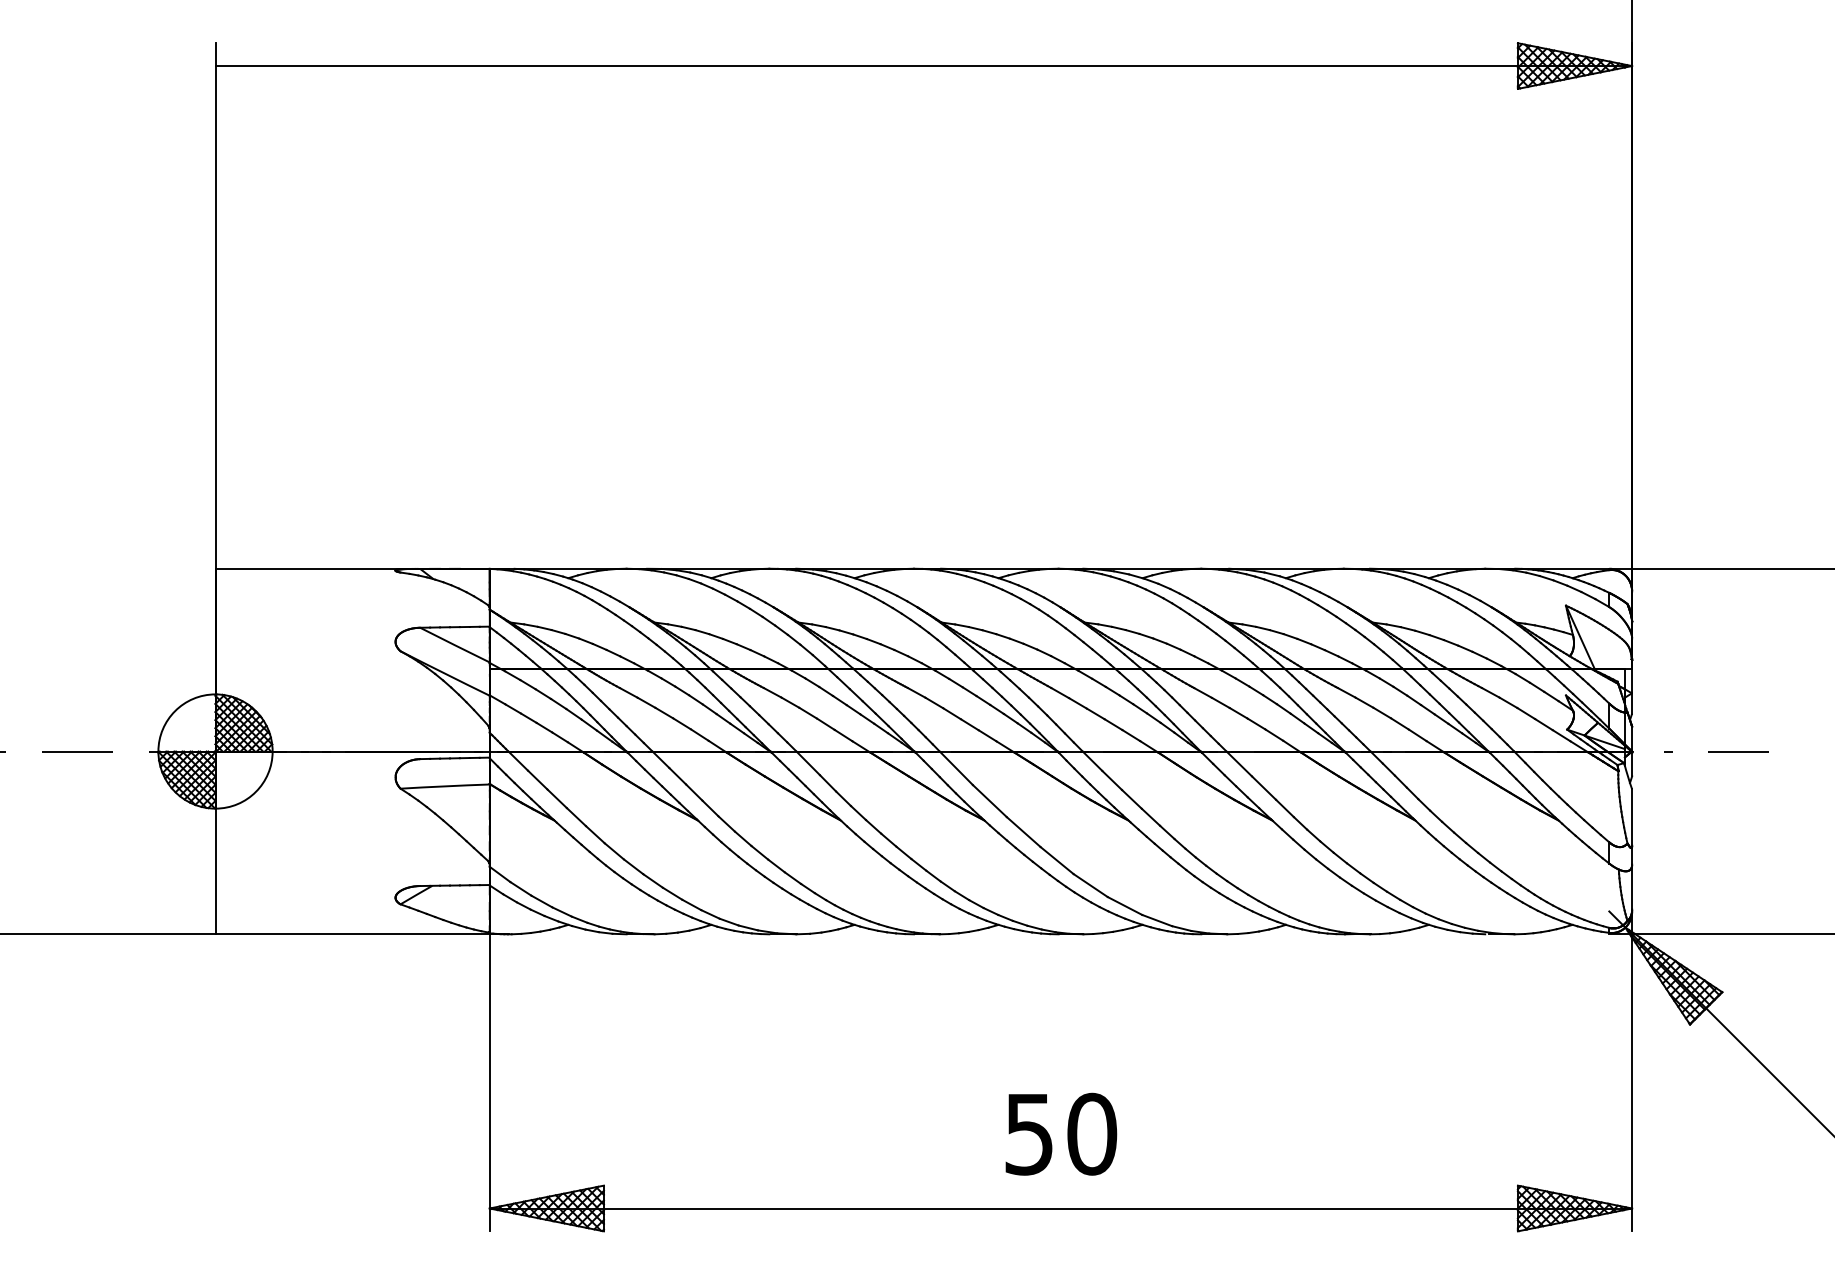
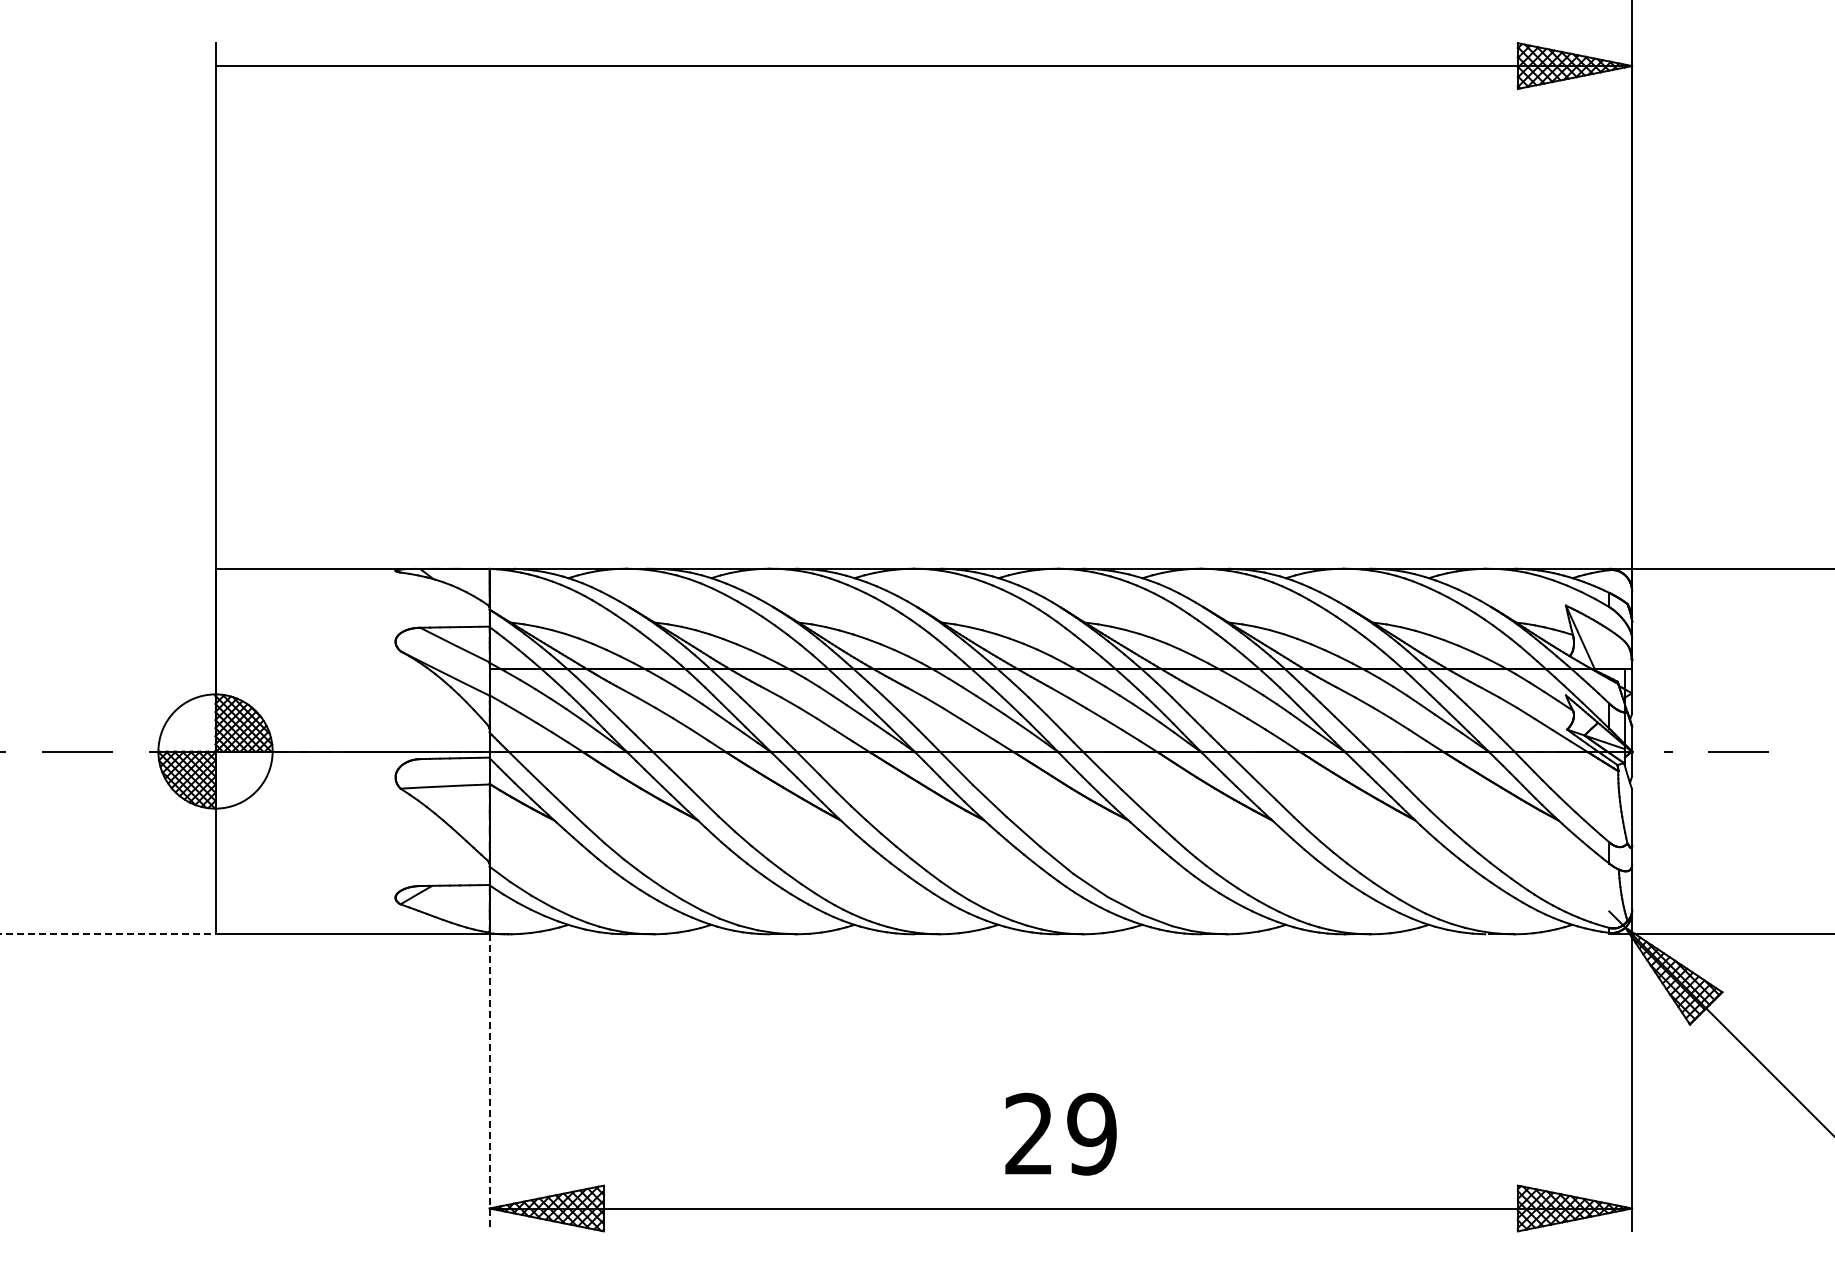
line at (108, 934): solid -> dashed
line at (489, 1082): solid -> dashed
text at (1061, 1133): 50 -> 29
